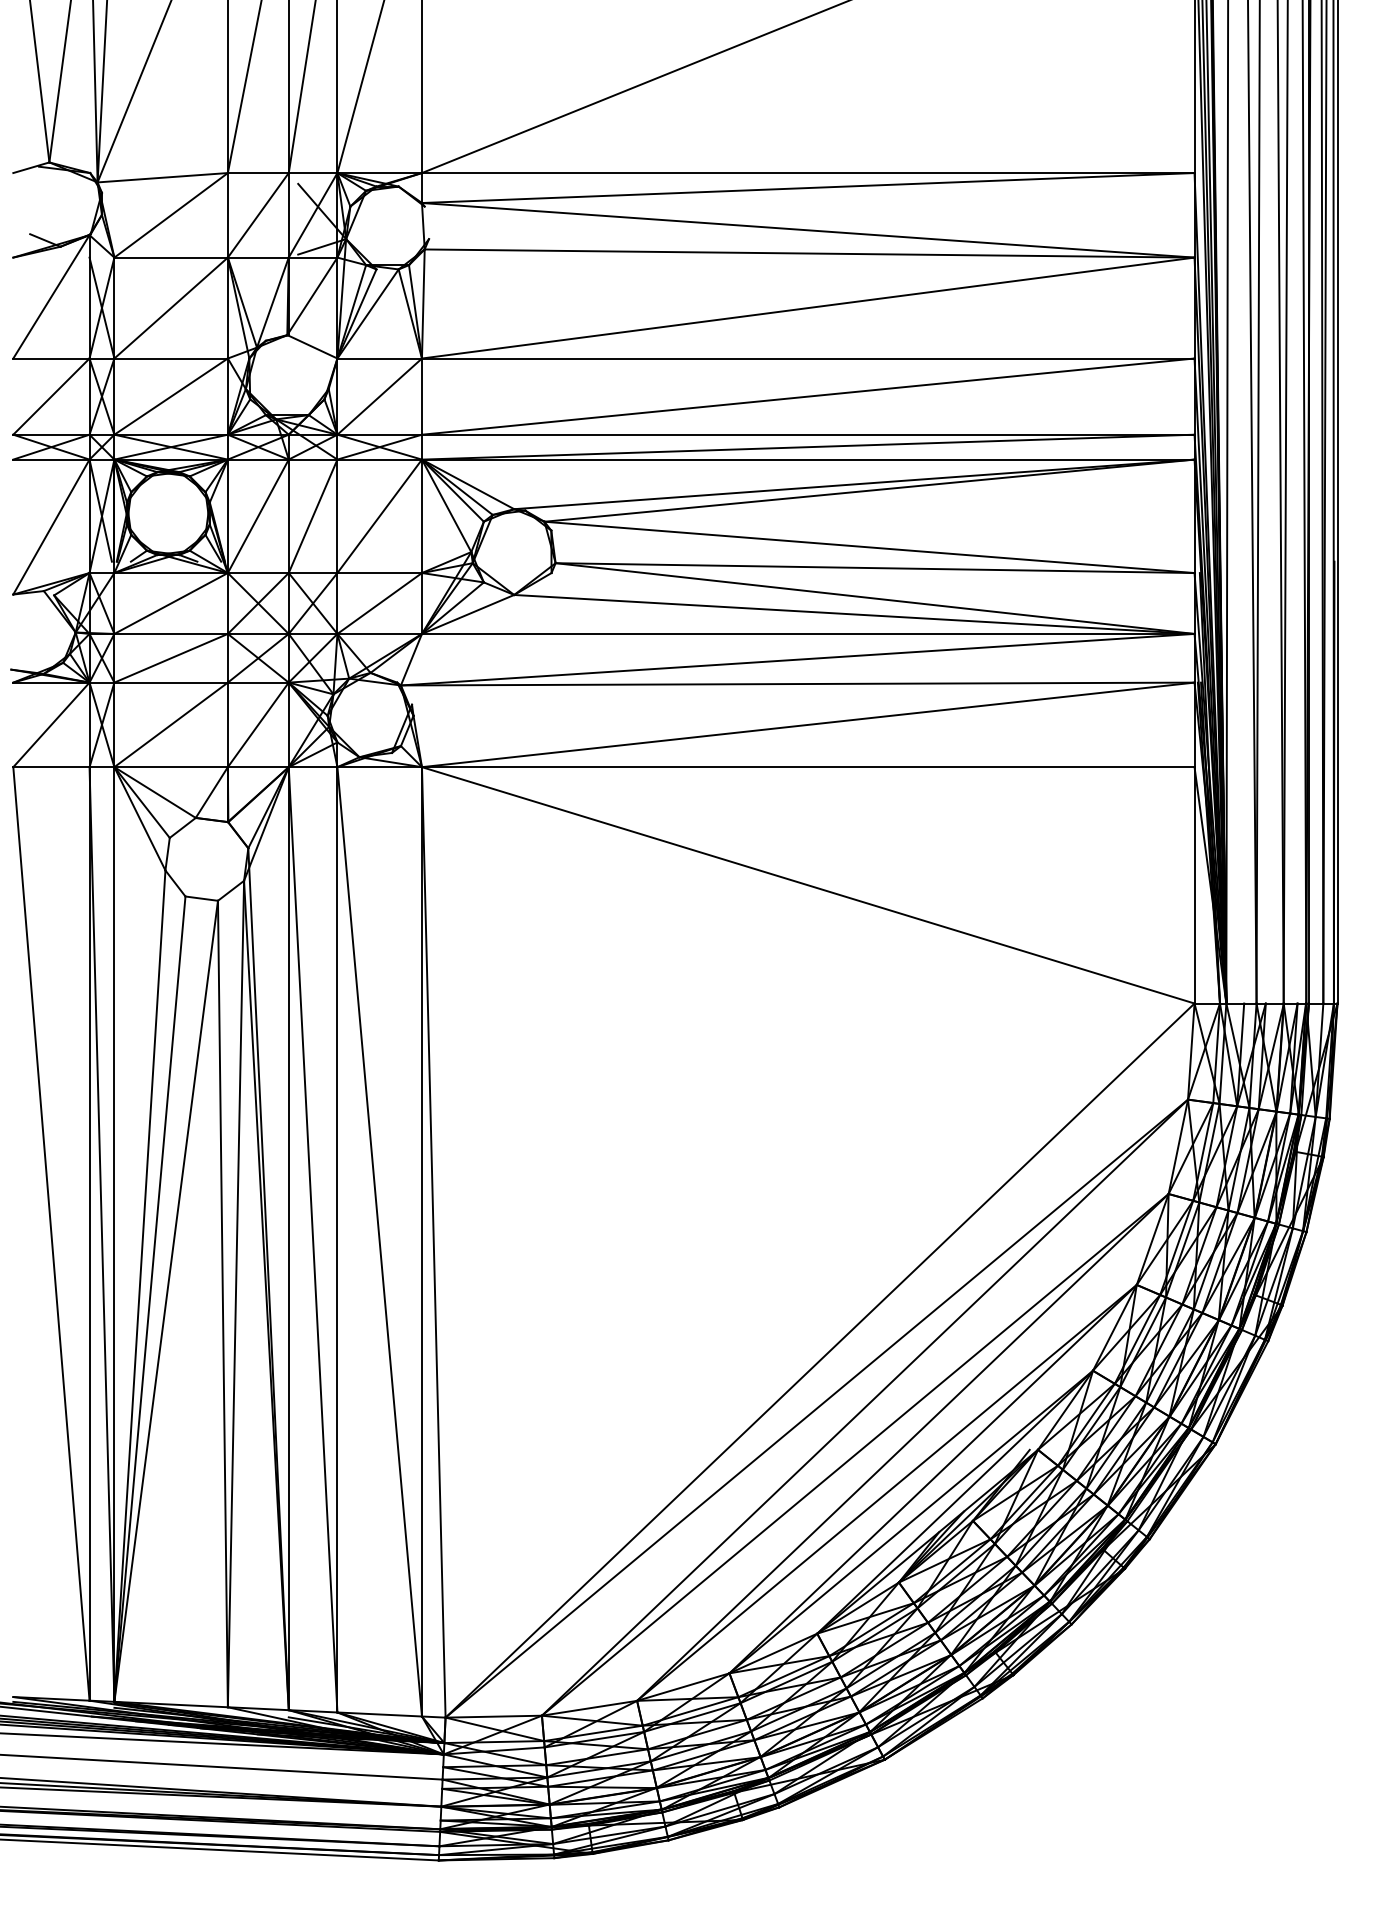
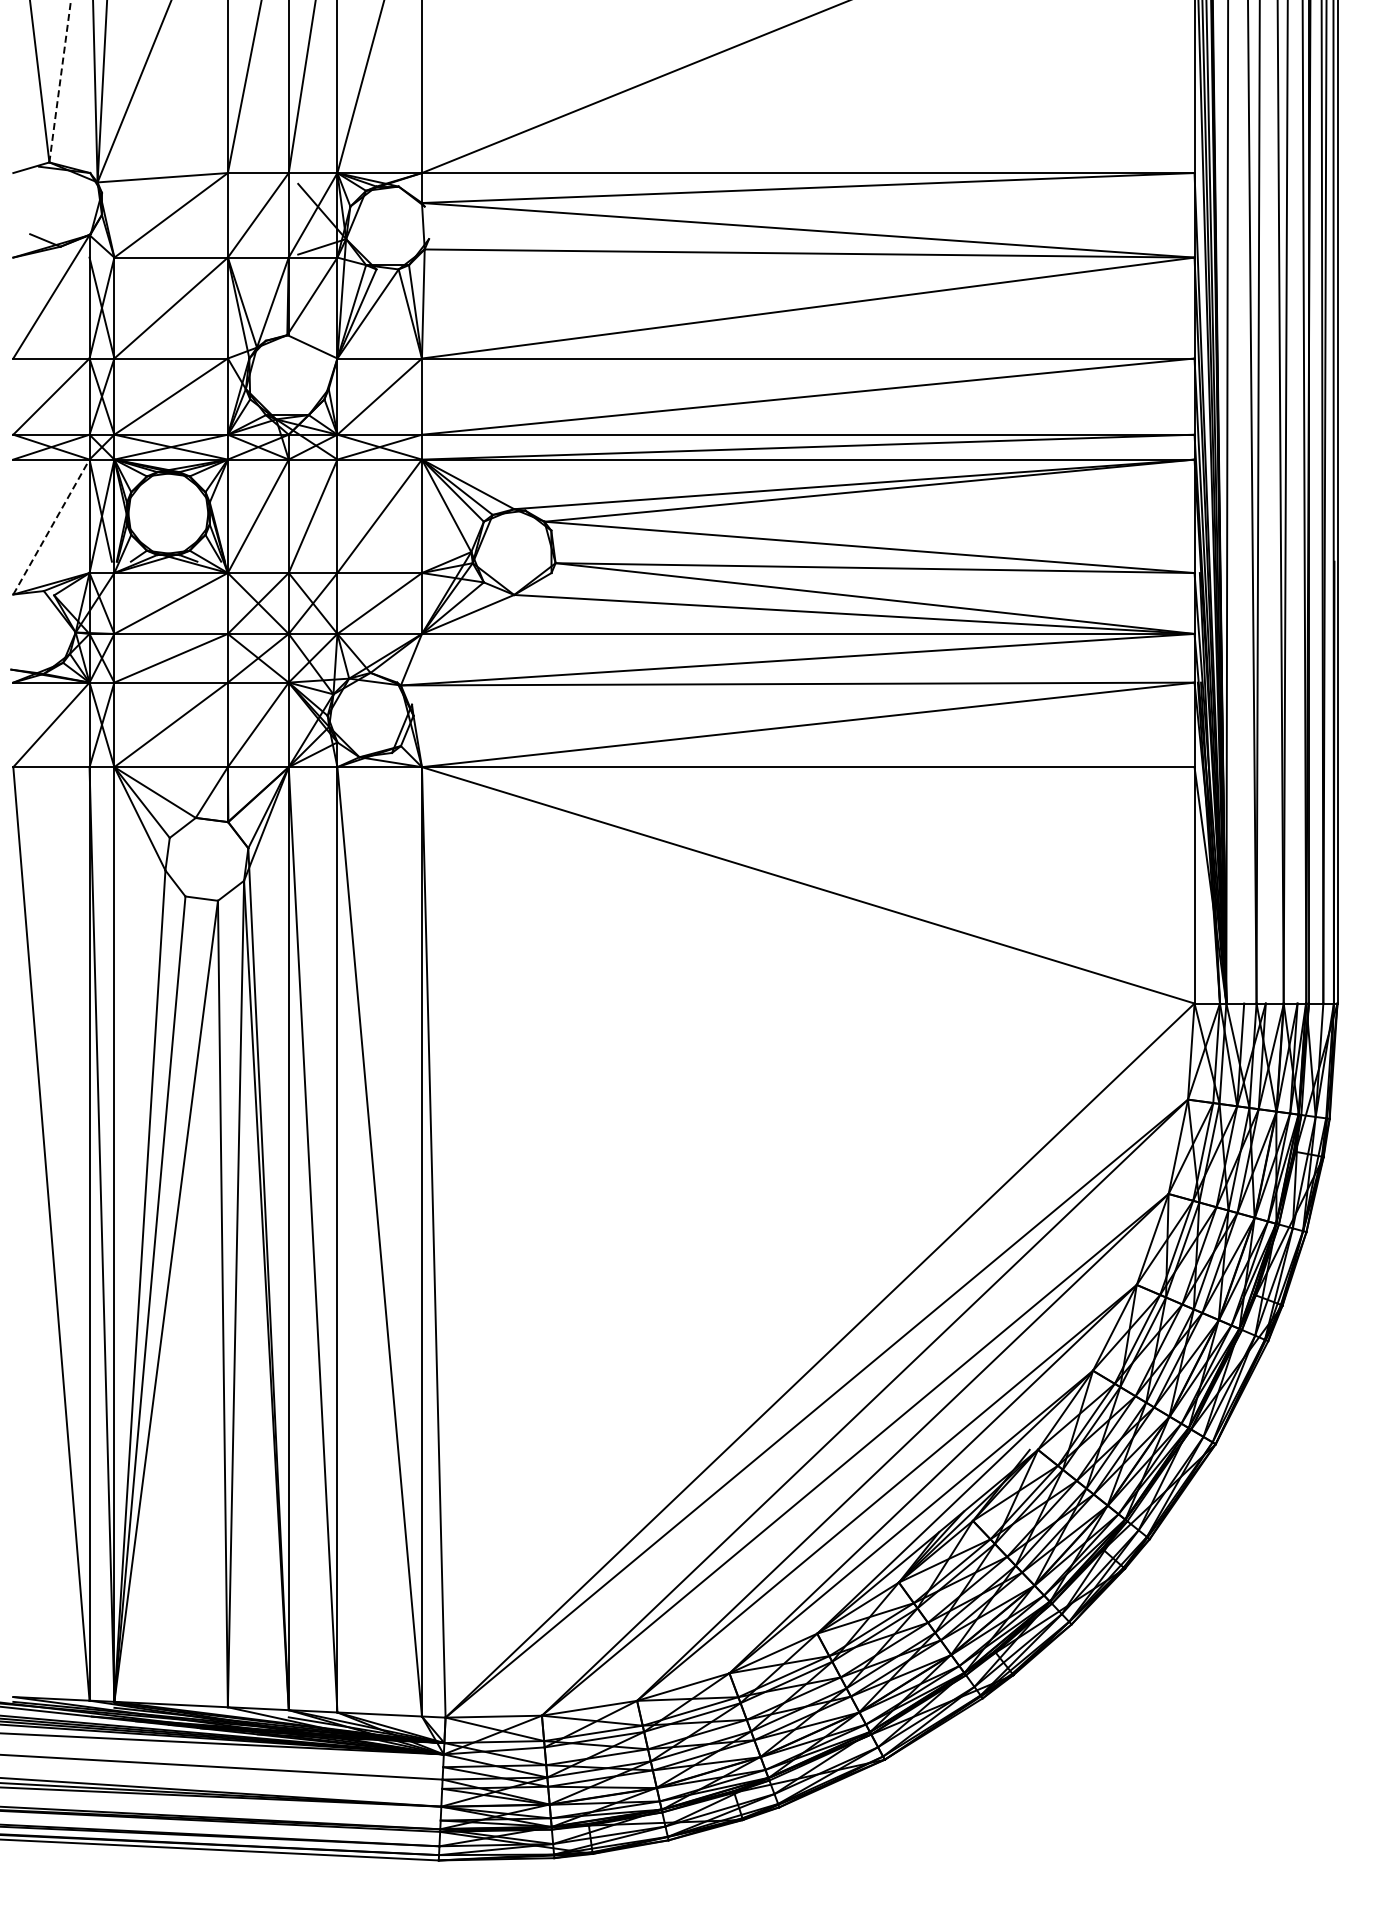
line at (60, 81): solid -> dashed
line at (51, 526): solid -> dashed
